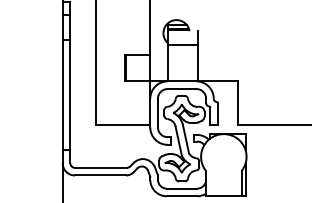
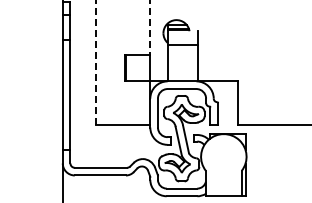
line at (150, 28): solid -> dashed
line at (95, 63): solid -> dashed
